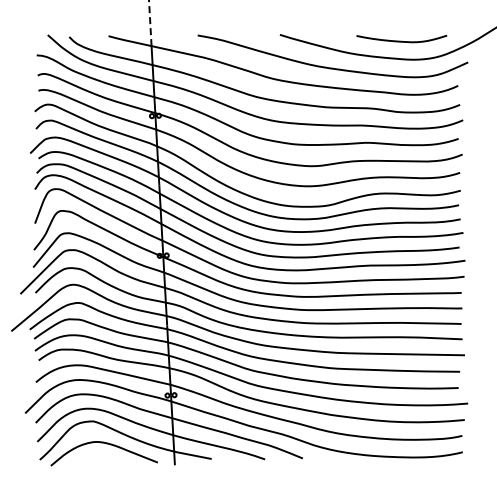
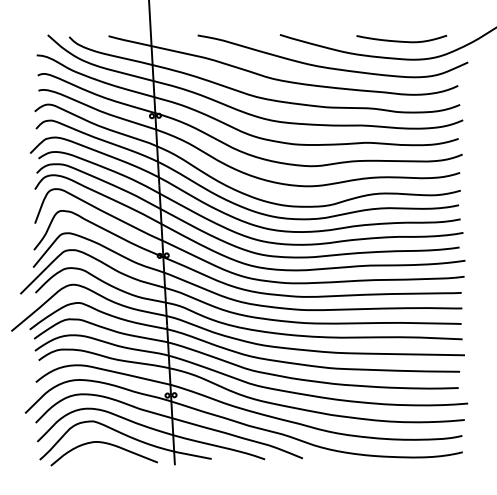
line at (150, 23): dashed -> solid
